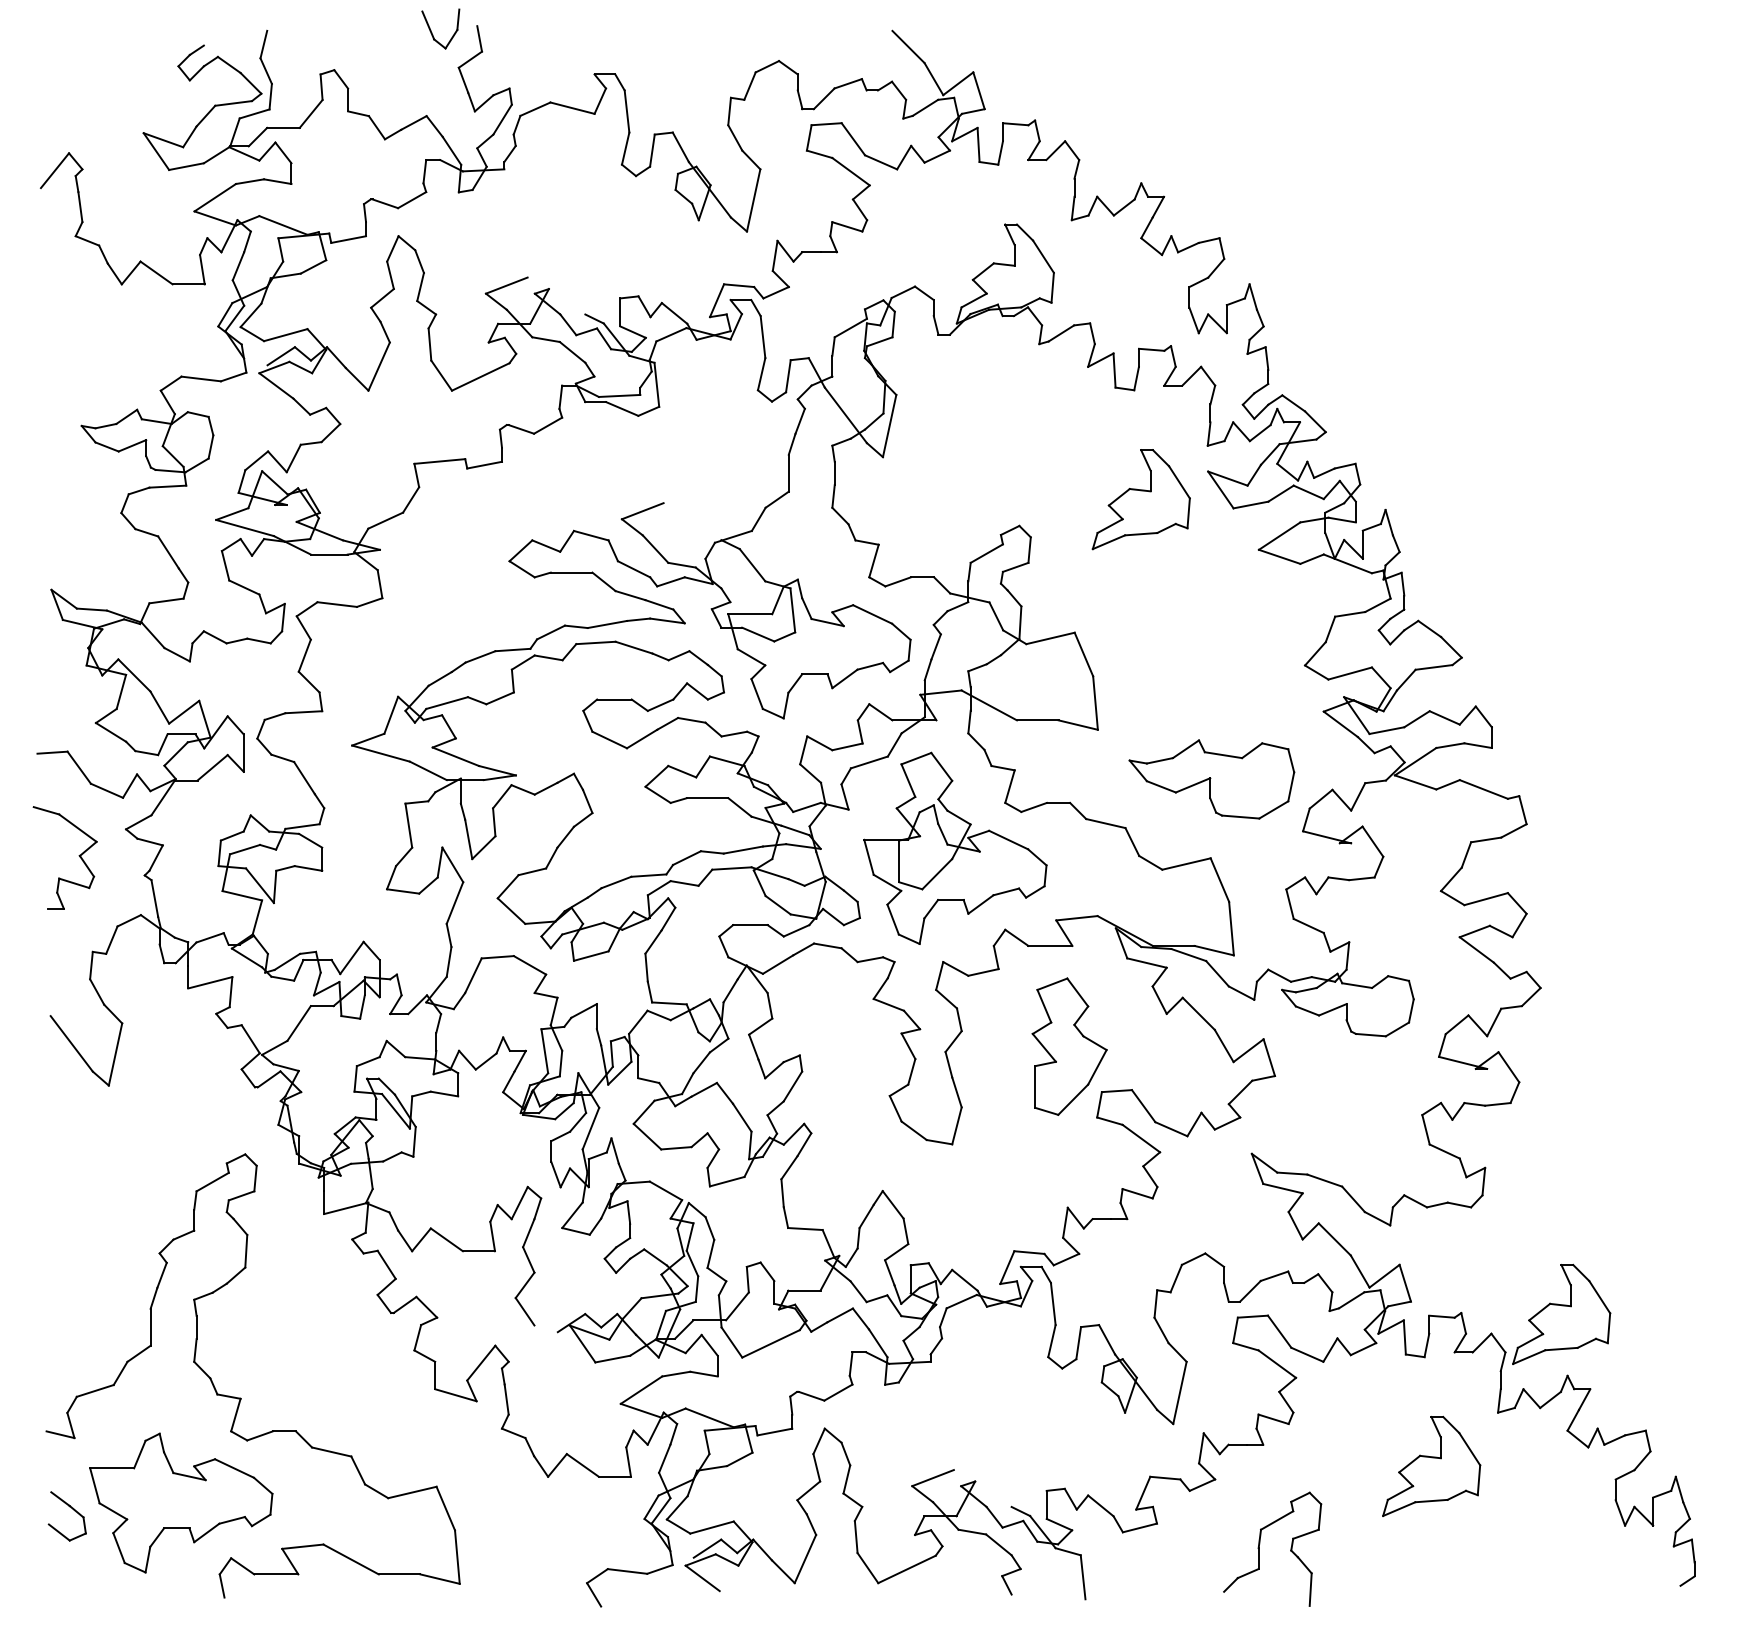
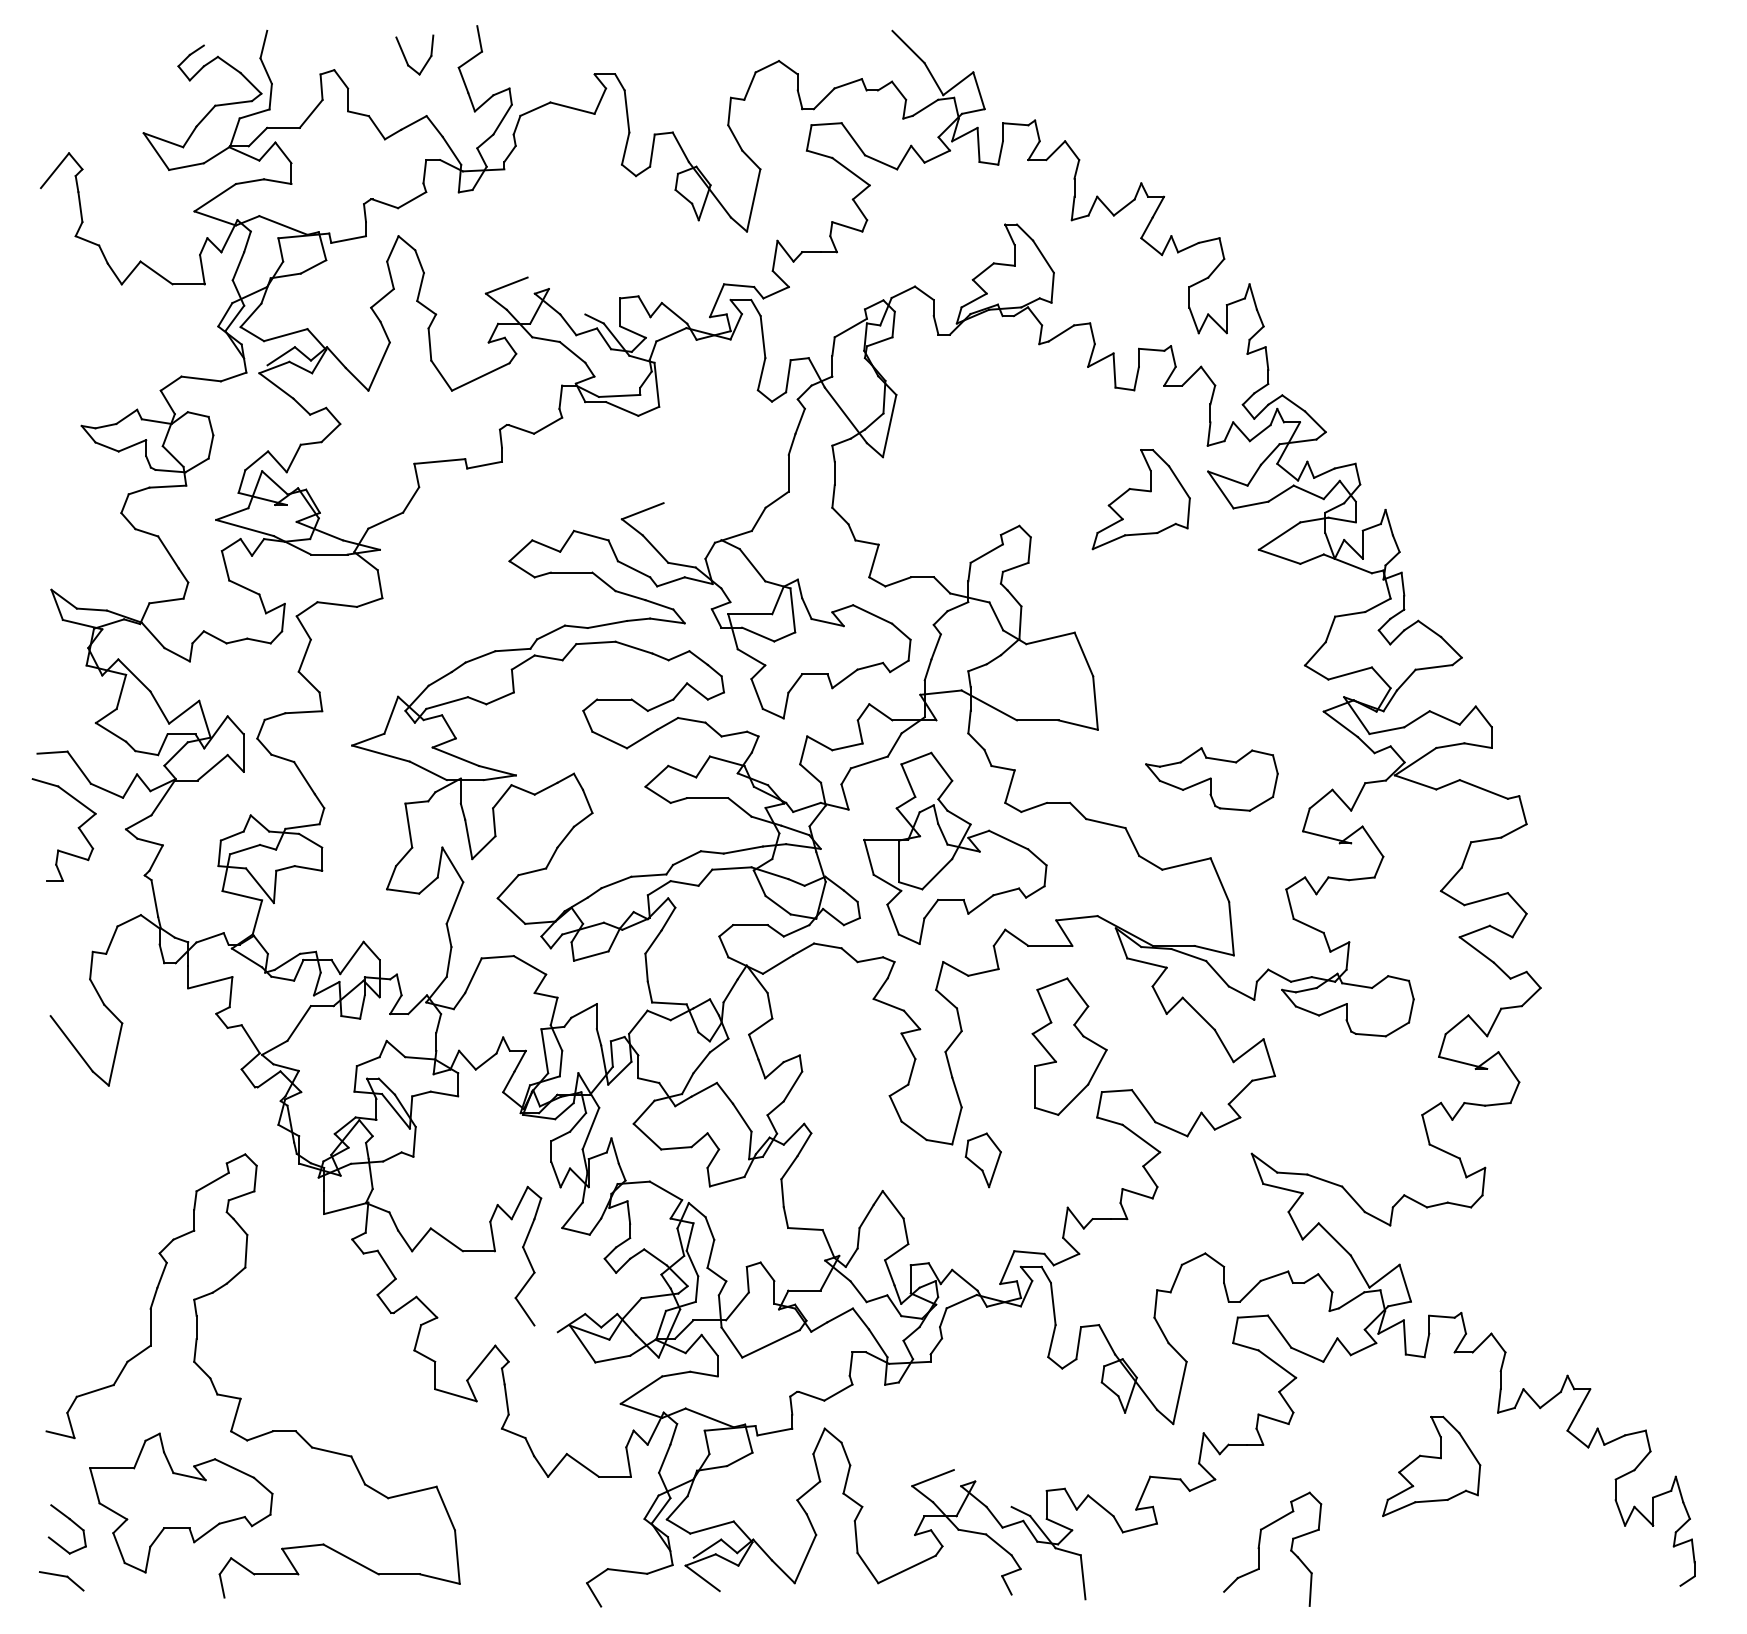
part at (432, 32) position: (432, 32) -> (406, 58)
part at (1211, 779) size: 168x81 px -> 134x65 px
part at (78, 855) position: (78, 855) -> (77, 827)
part at (982, 1160): none -> present
part at (1561, 1313): present -> none
part at (72, 1509) position: (72, 1509) -> (72, 1522)
part at (61, 1581): none -> present
